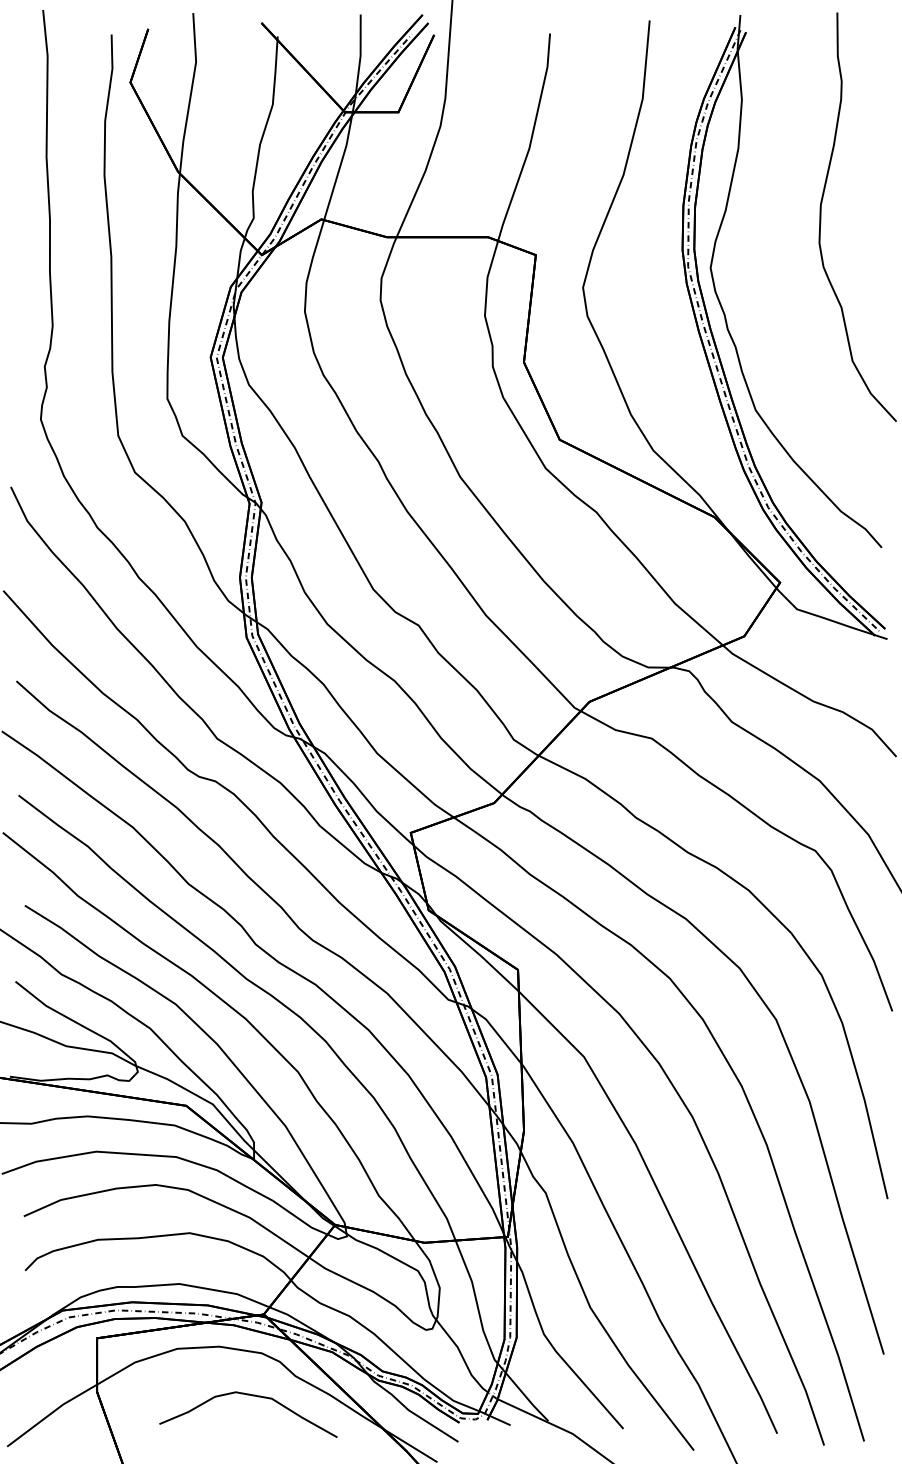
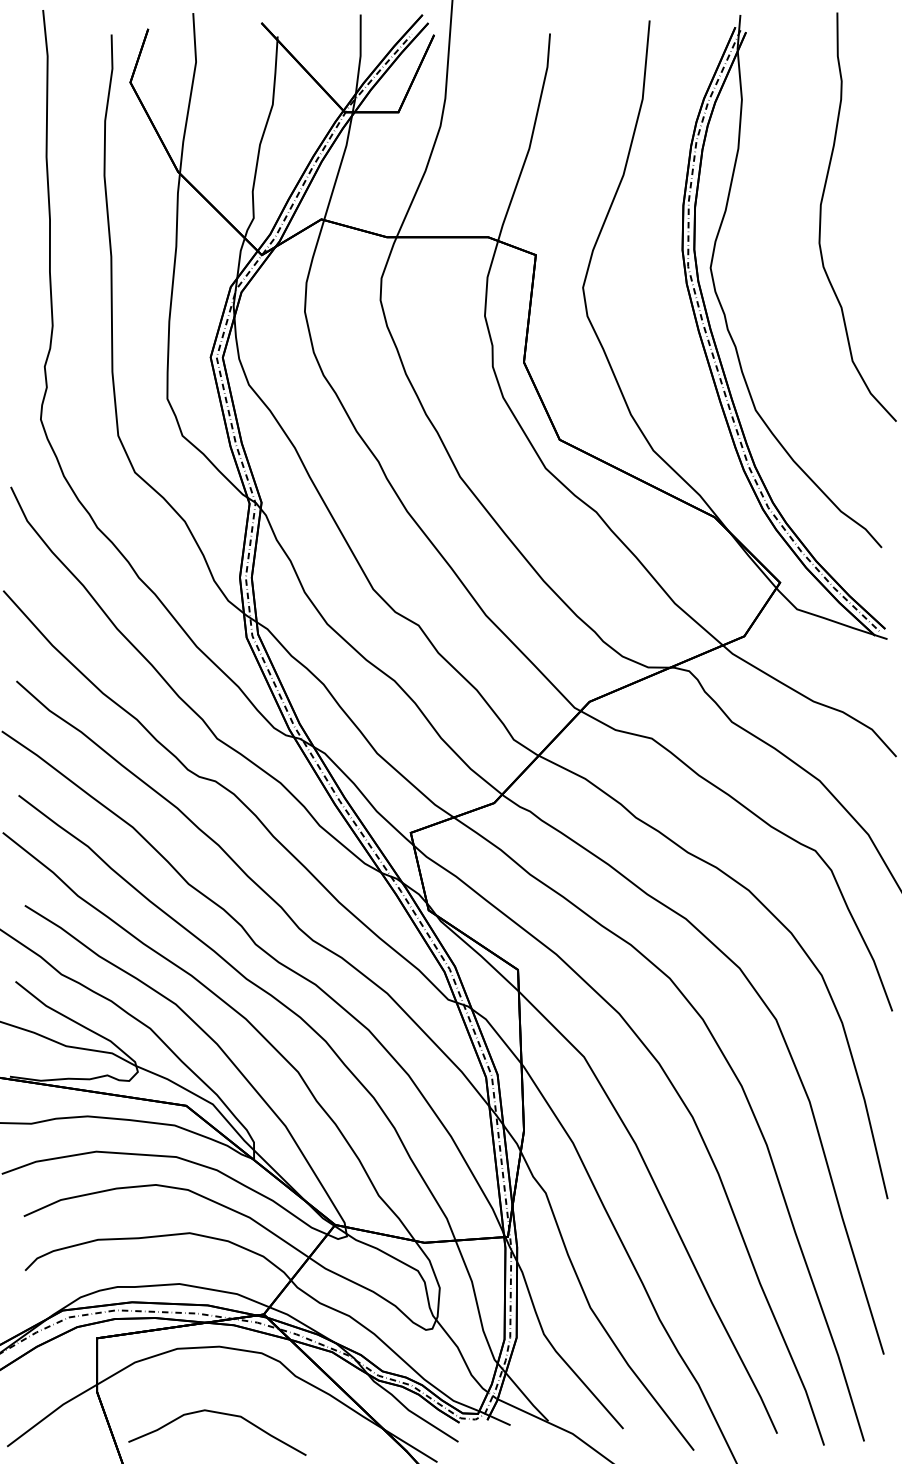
curve at (252, 1396) position: (252, 1396) -> (221, 1414)
